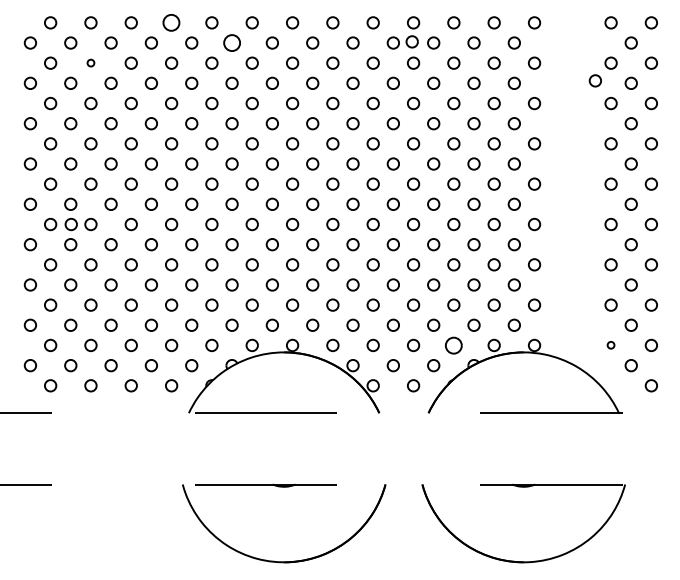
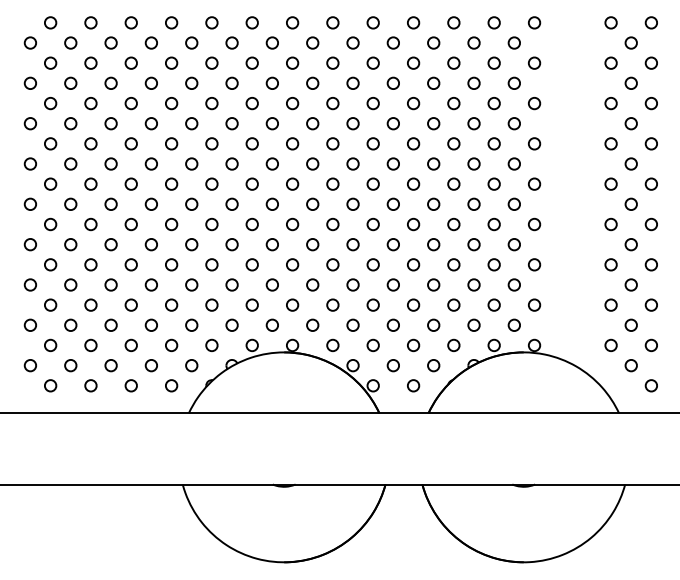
circle at (171, 22) size: 19x18 px -> 14x14 px
circle at (411, 41): present -> none
circle at (231, 42) size: 18x18 px -> 14x14 px
circle at (90, 62) size: 10x10 px -> 14x14 px
circle at (594, 80): present -> none
circle at (70, 224): present -> none
circle at (453, 345) size: 18x19 px -> 14x14 px
circle at (610, 345) size: 10x9 px -> 14x14 px
line at (340, 413): dashed -> solid
line at (340, 484): dashed -> solid
